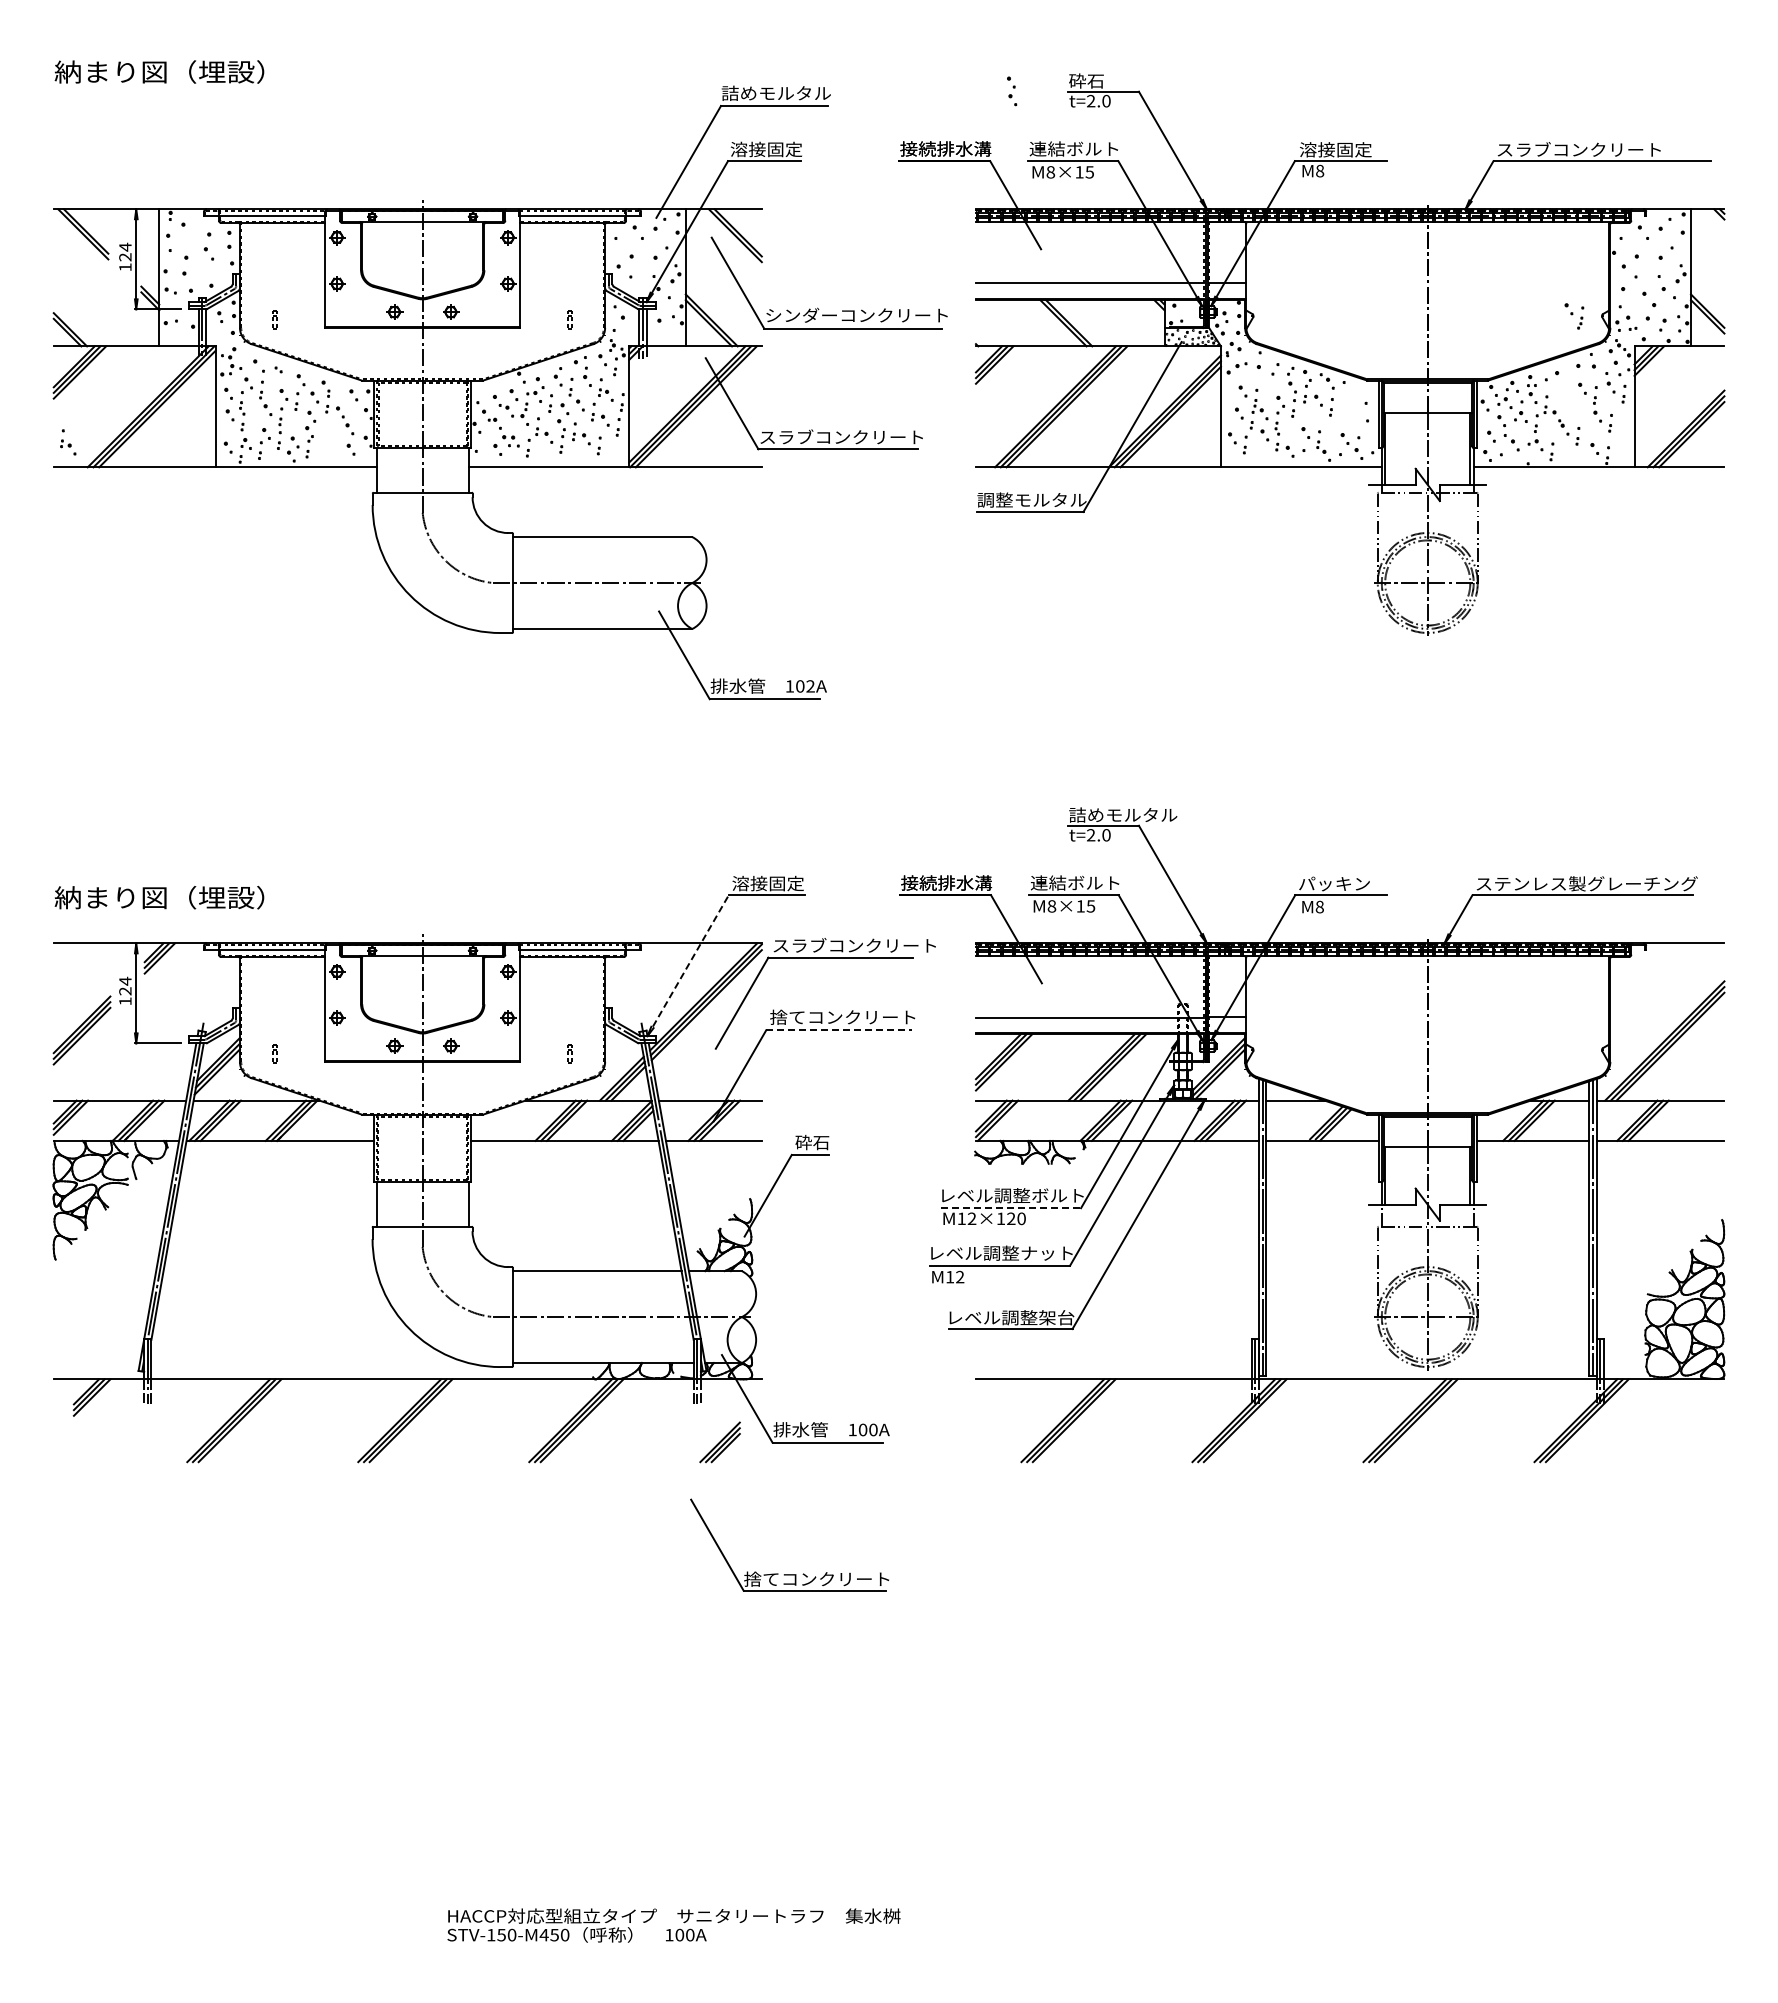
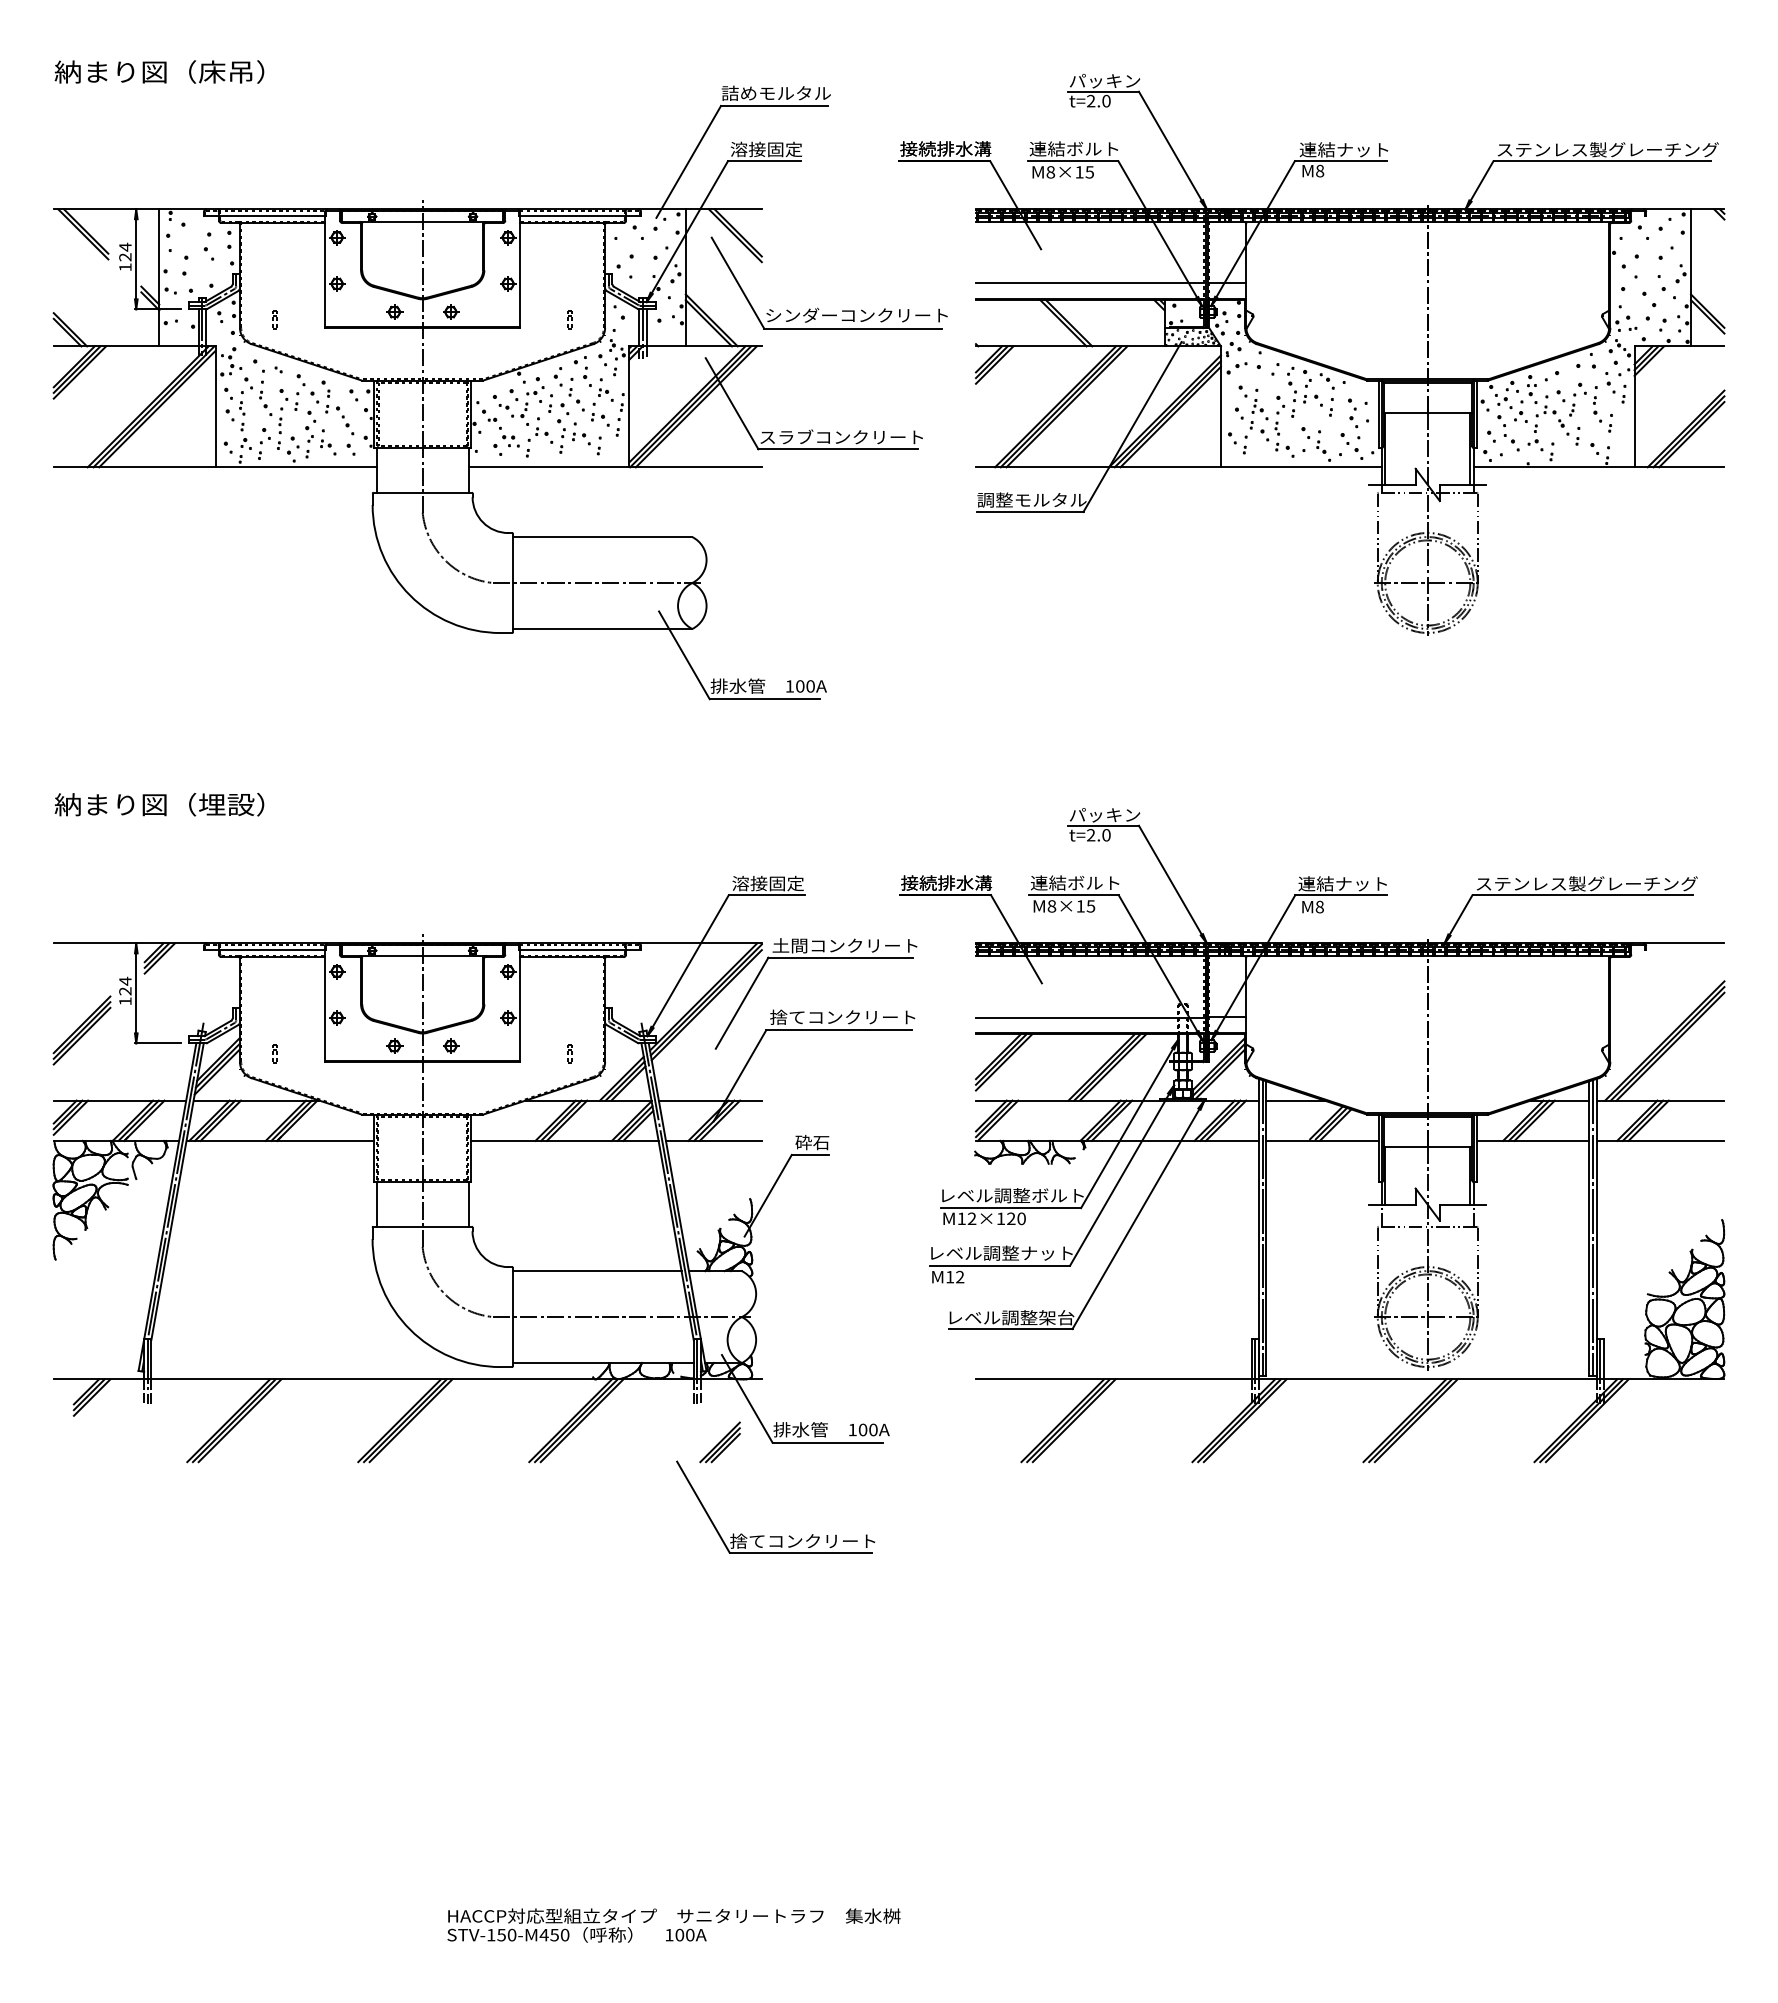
text at (226, 71): 納まり図（埋設） -> 納まり図（床吊）
text at (1104, 80): 砕石 -> パッキン
part at (1012, 91) position: (1012, 91) -> (1353, 413)
text at (1343, 149): 溶接固定 -> 連結ナット
text at (1617, 149): スラブコンクリート -> ステンレス製グレーチング
part at (1574, 316) position: (1574, 316) -> (1566, 403)
part at (68, 442) position: (68, 442) -> (328, 442)
text at (810, 686): 102A -> 100A
text at (1123, 814): 詰めモルタル -> パッキン
text at (1342, 883): パッキン -> 連結ナット
text at (159, 897) position: (159, 897) -> (159, 804)
text at (853, 945): スラブコンクリート -> 土間コンクリート
line at (688, 965): dashed -> solid
line at (838, 1030): dashed -> solid
line at (1011, 1208): dashed -> solid
part at (789, 1574) position: (789, 1574) -> (775, 1536)
